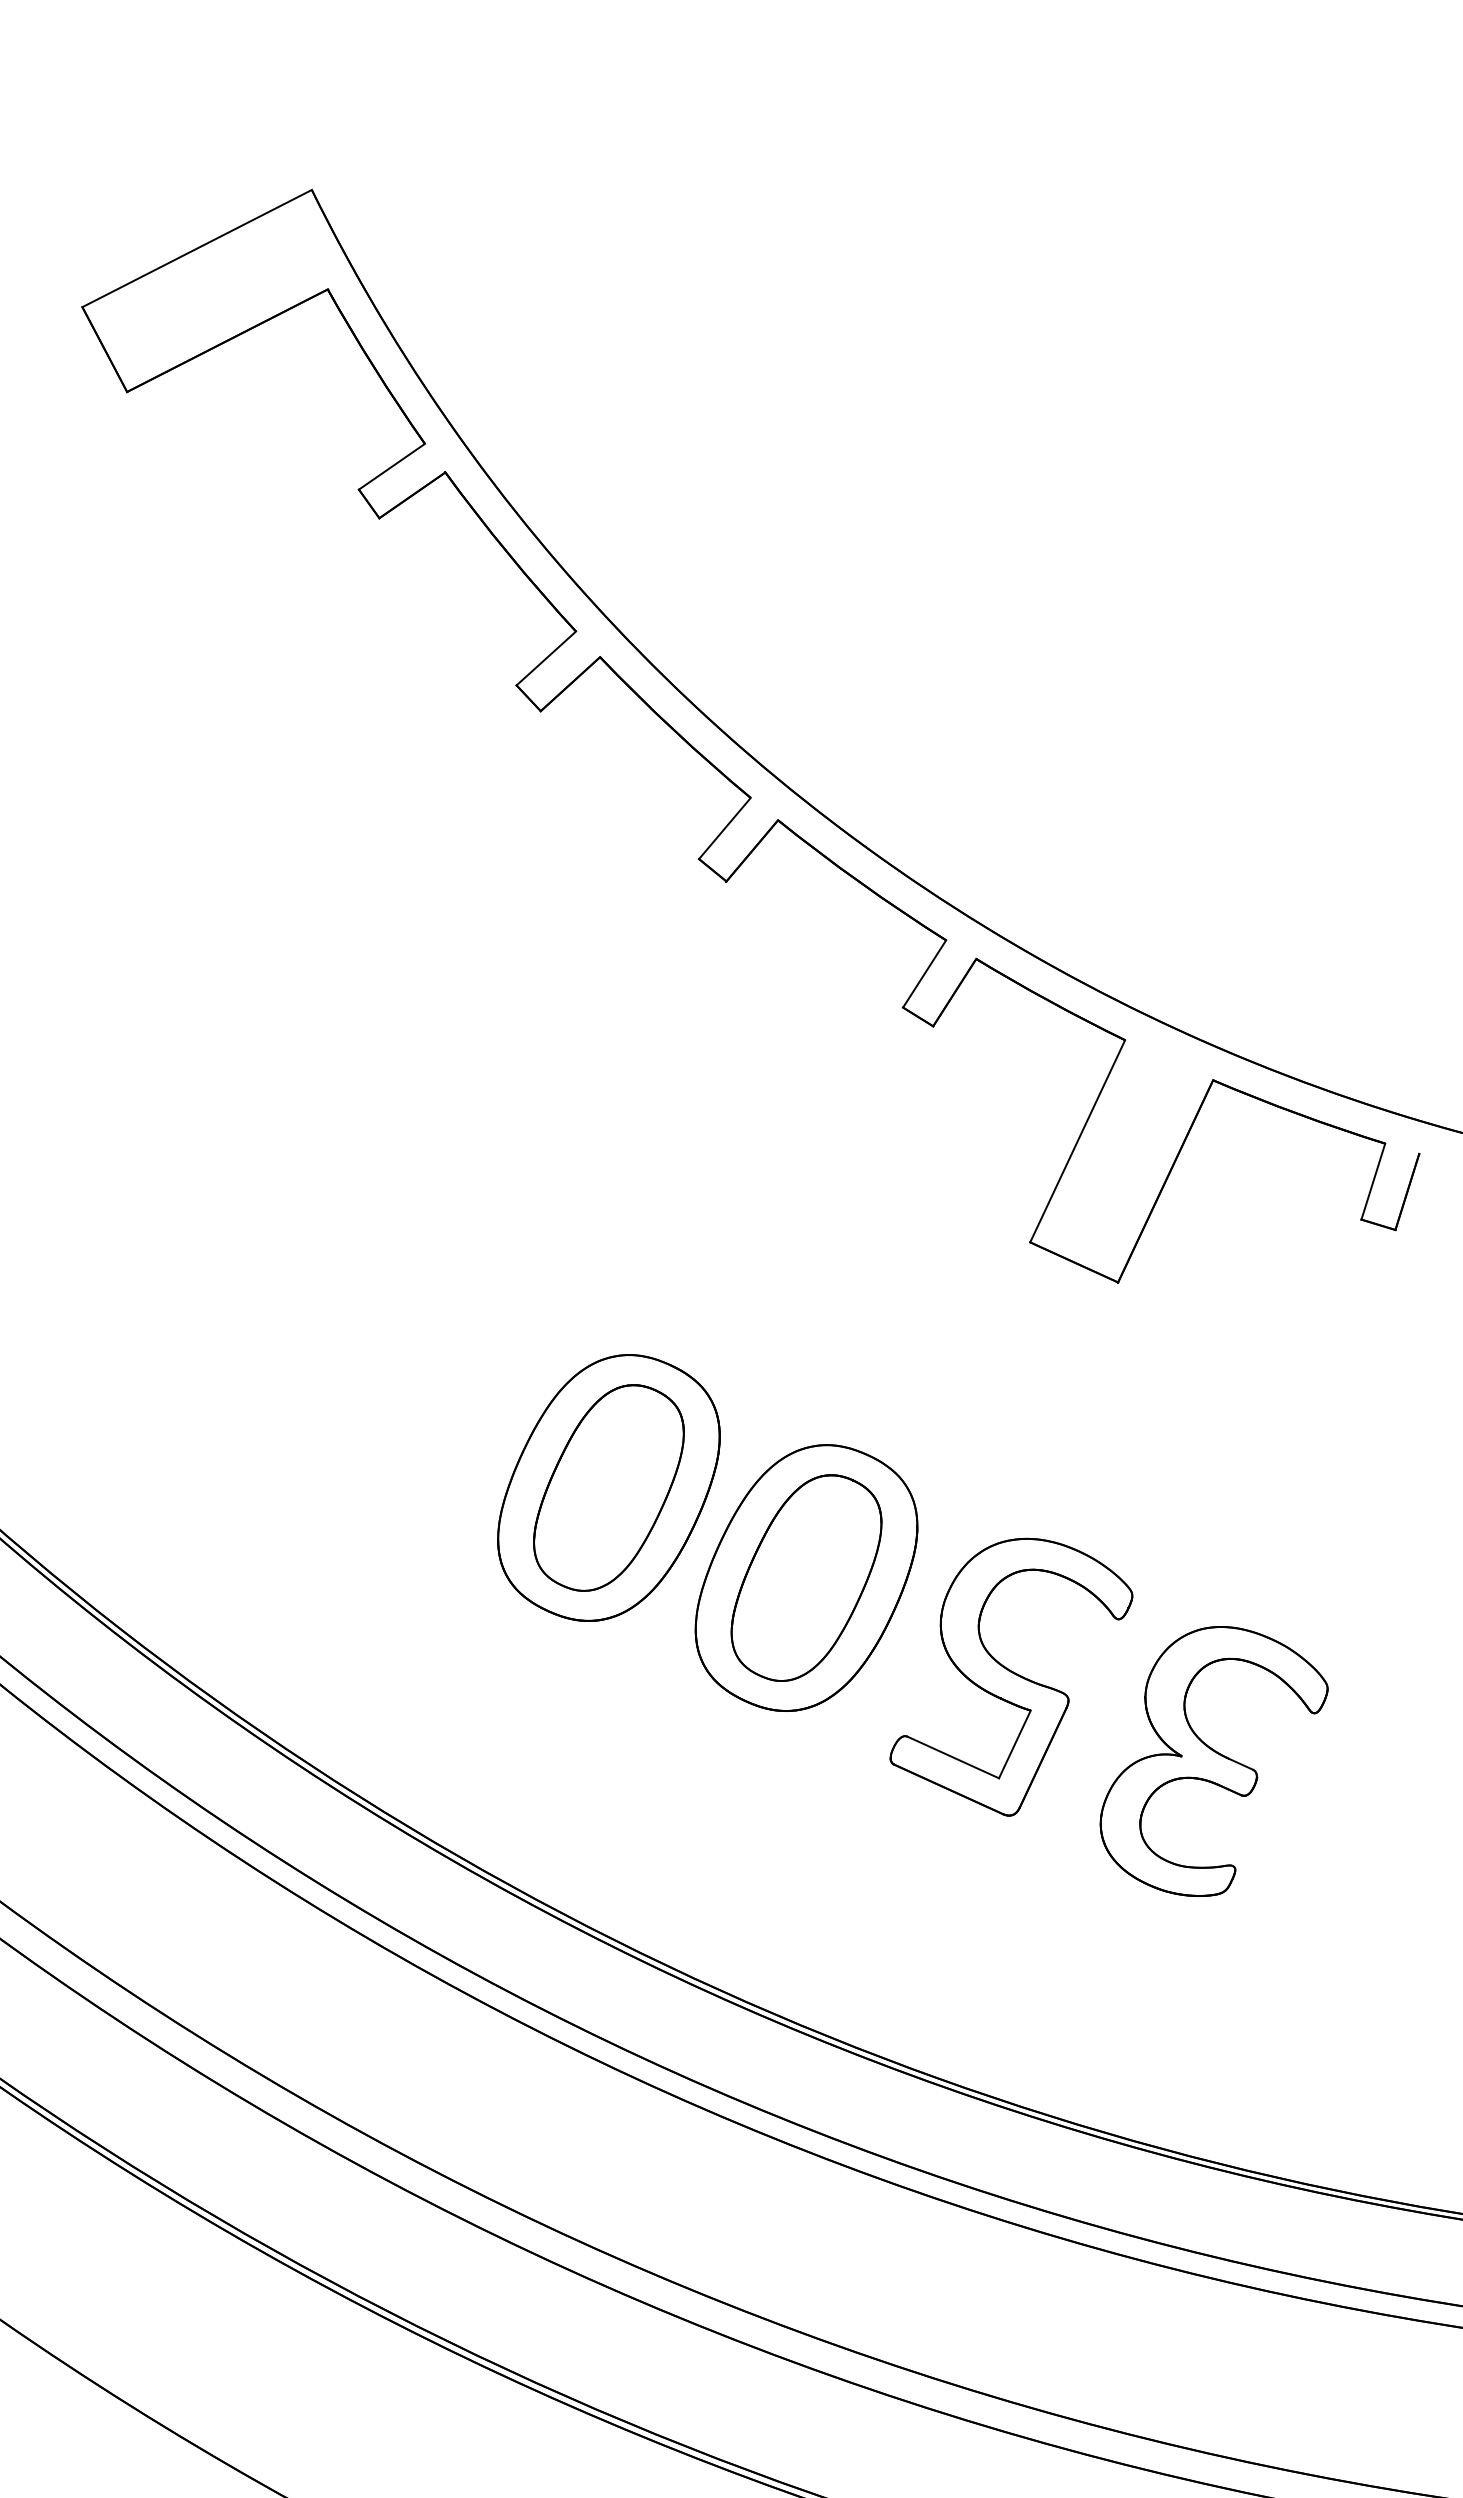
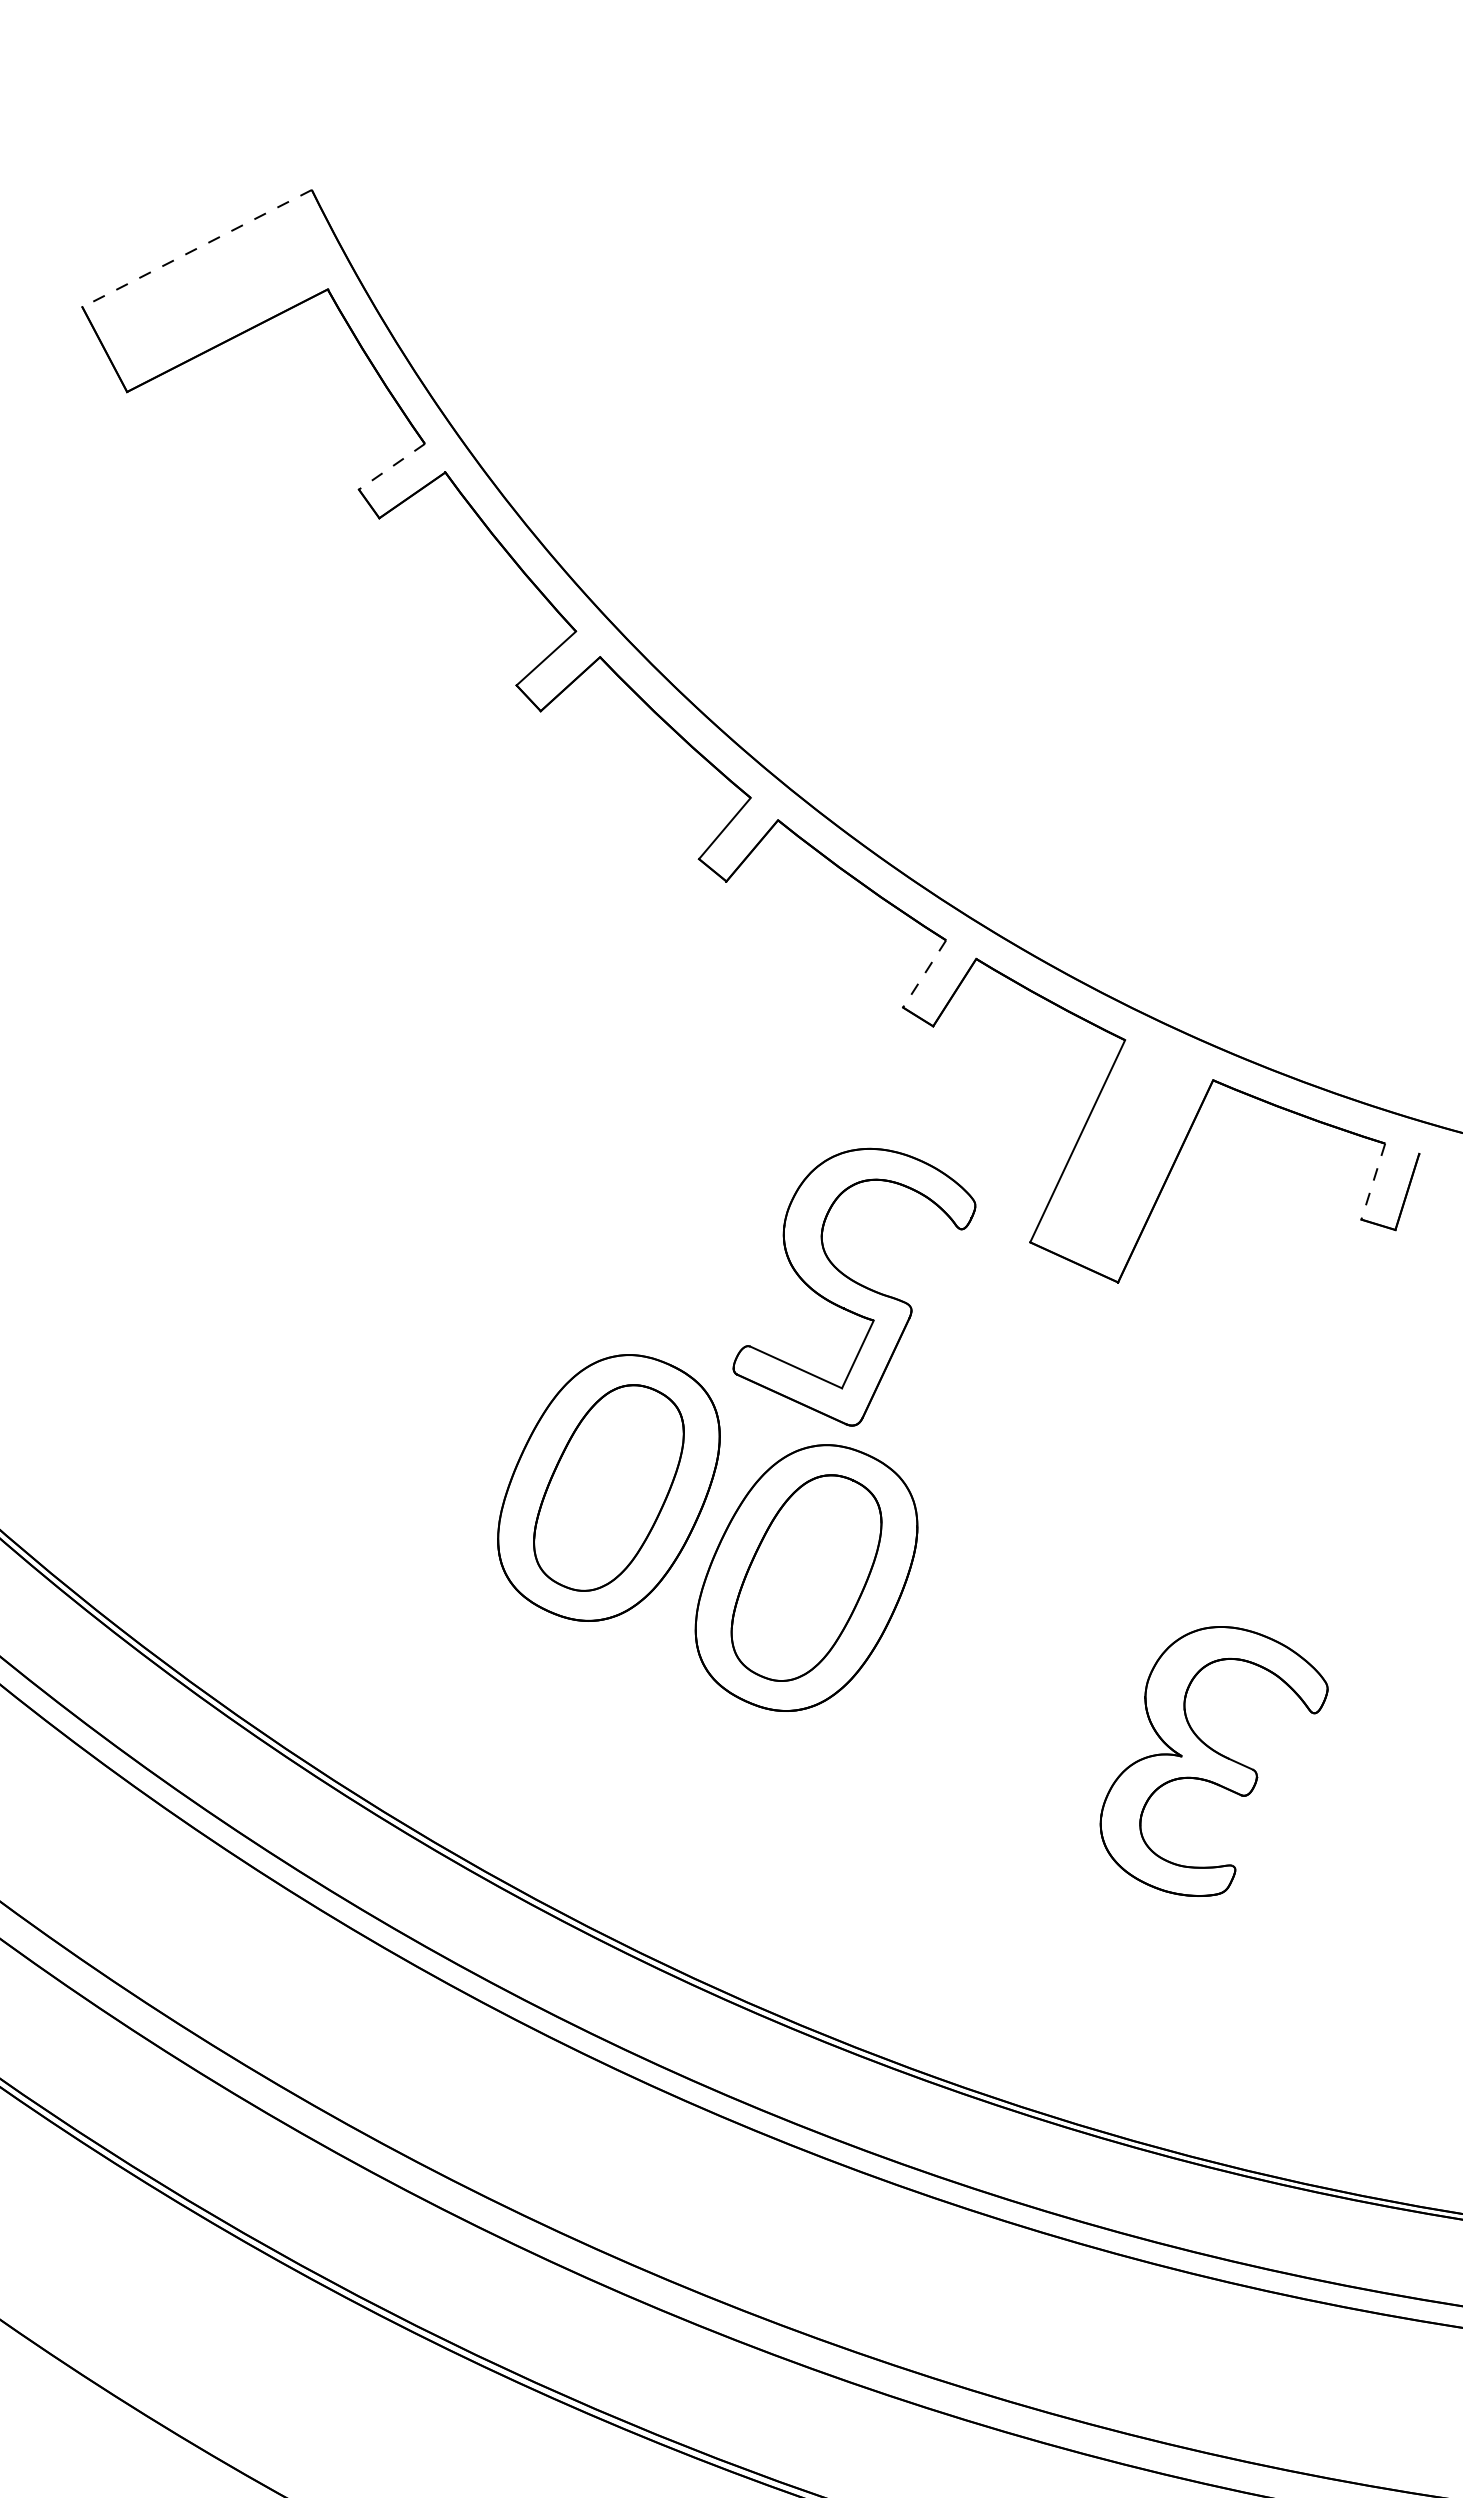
line at (197, 248): solid -> dashed
line at (391, 467): solid -> dashed
line at (924, 973): solid -> dashed
line at (1373, 1181): solid -> dashed
part at (1011, 1676) position: (1011, 1676) -> (854, 1286)
